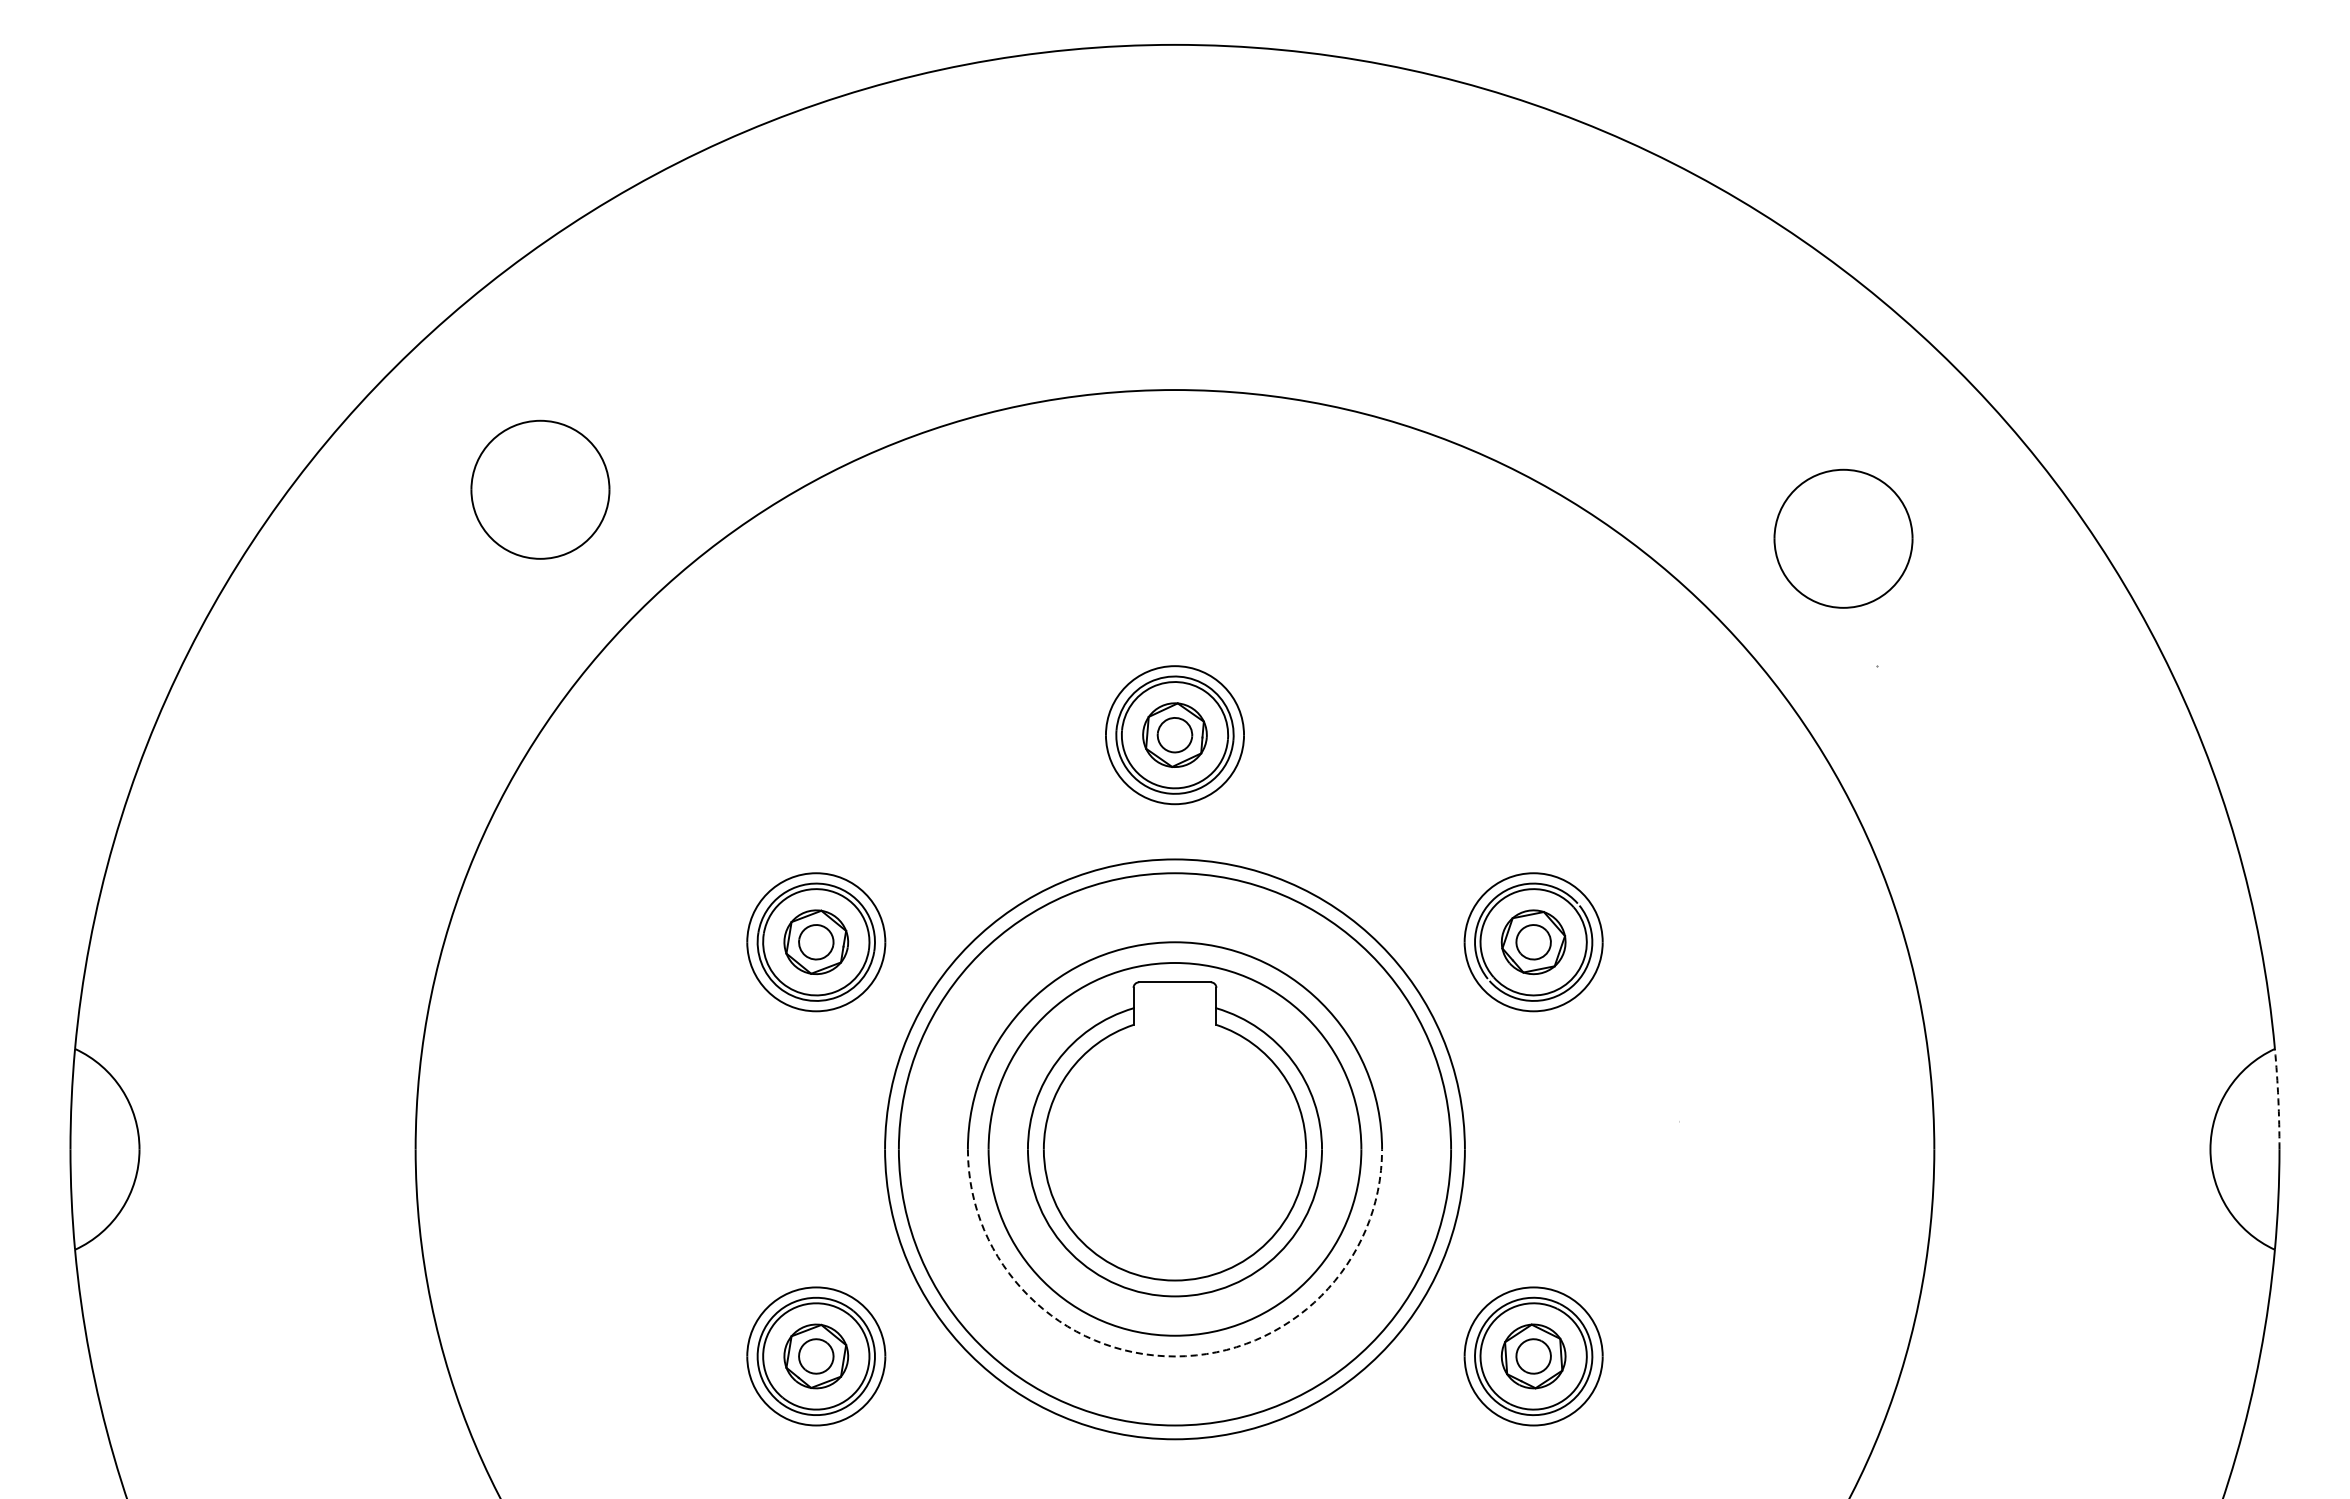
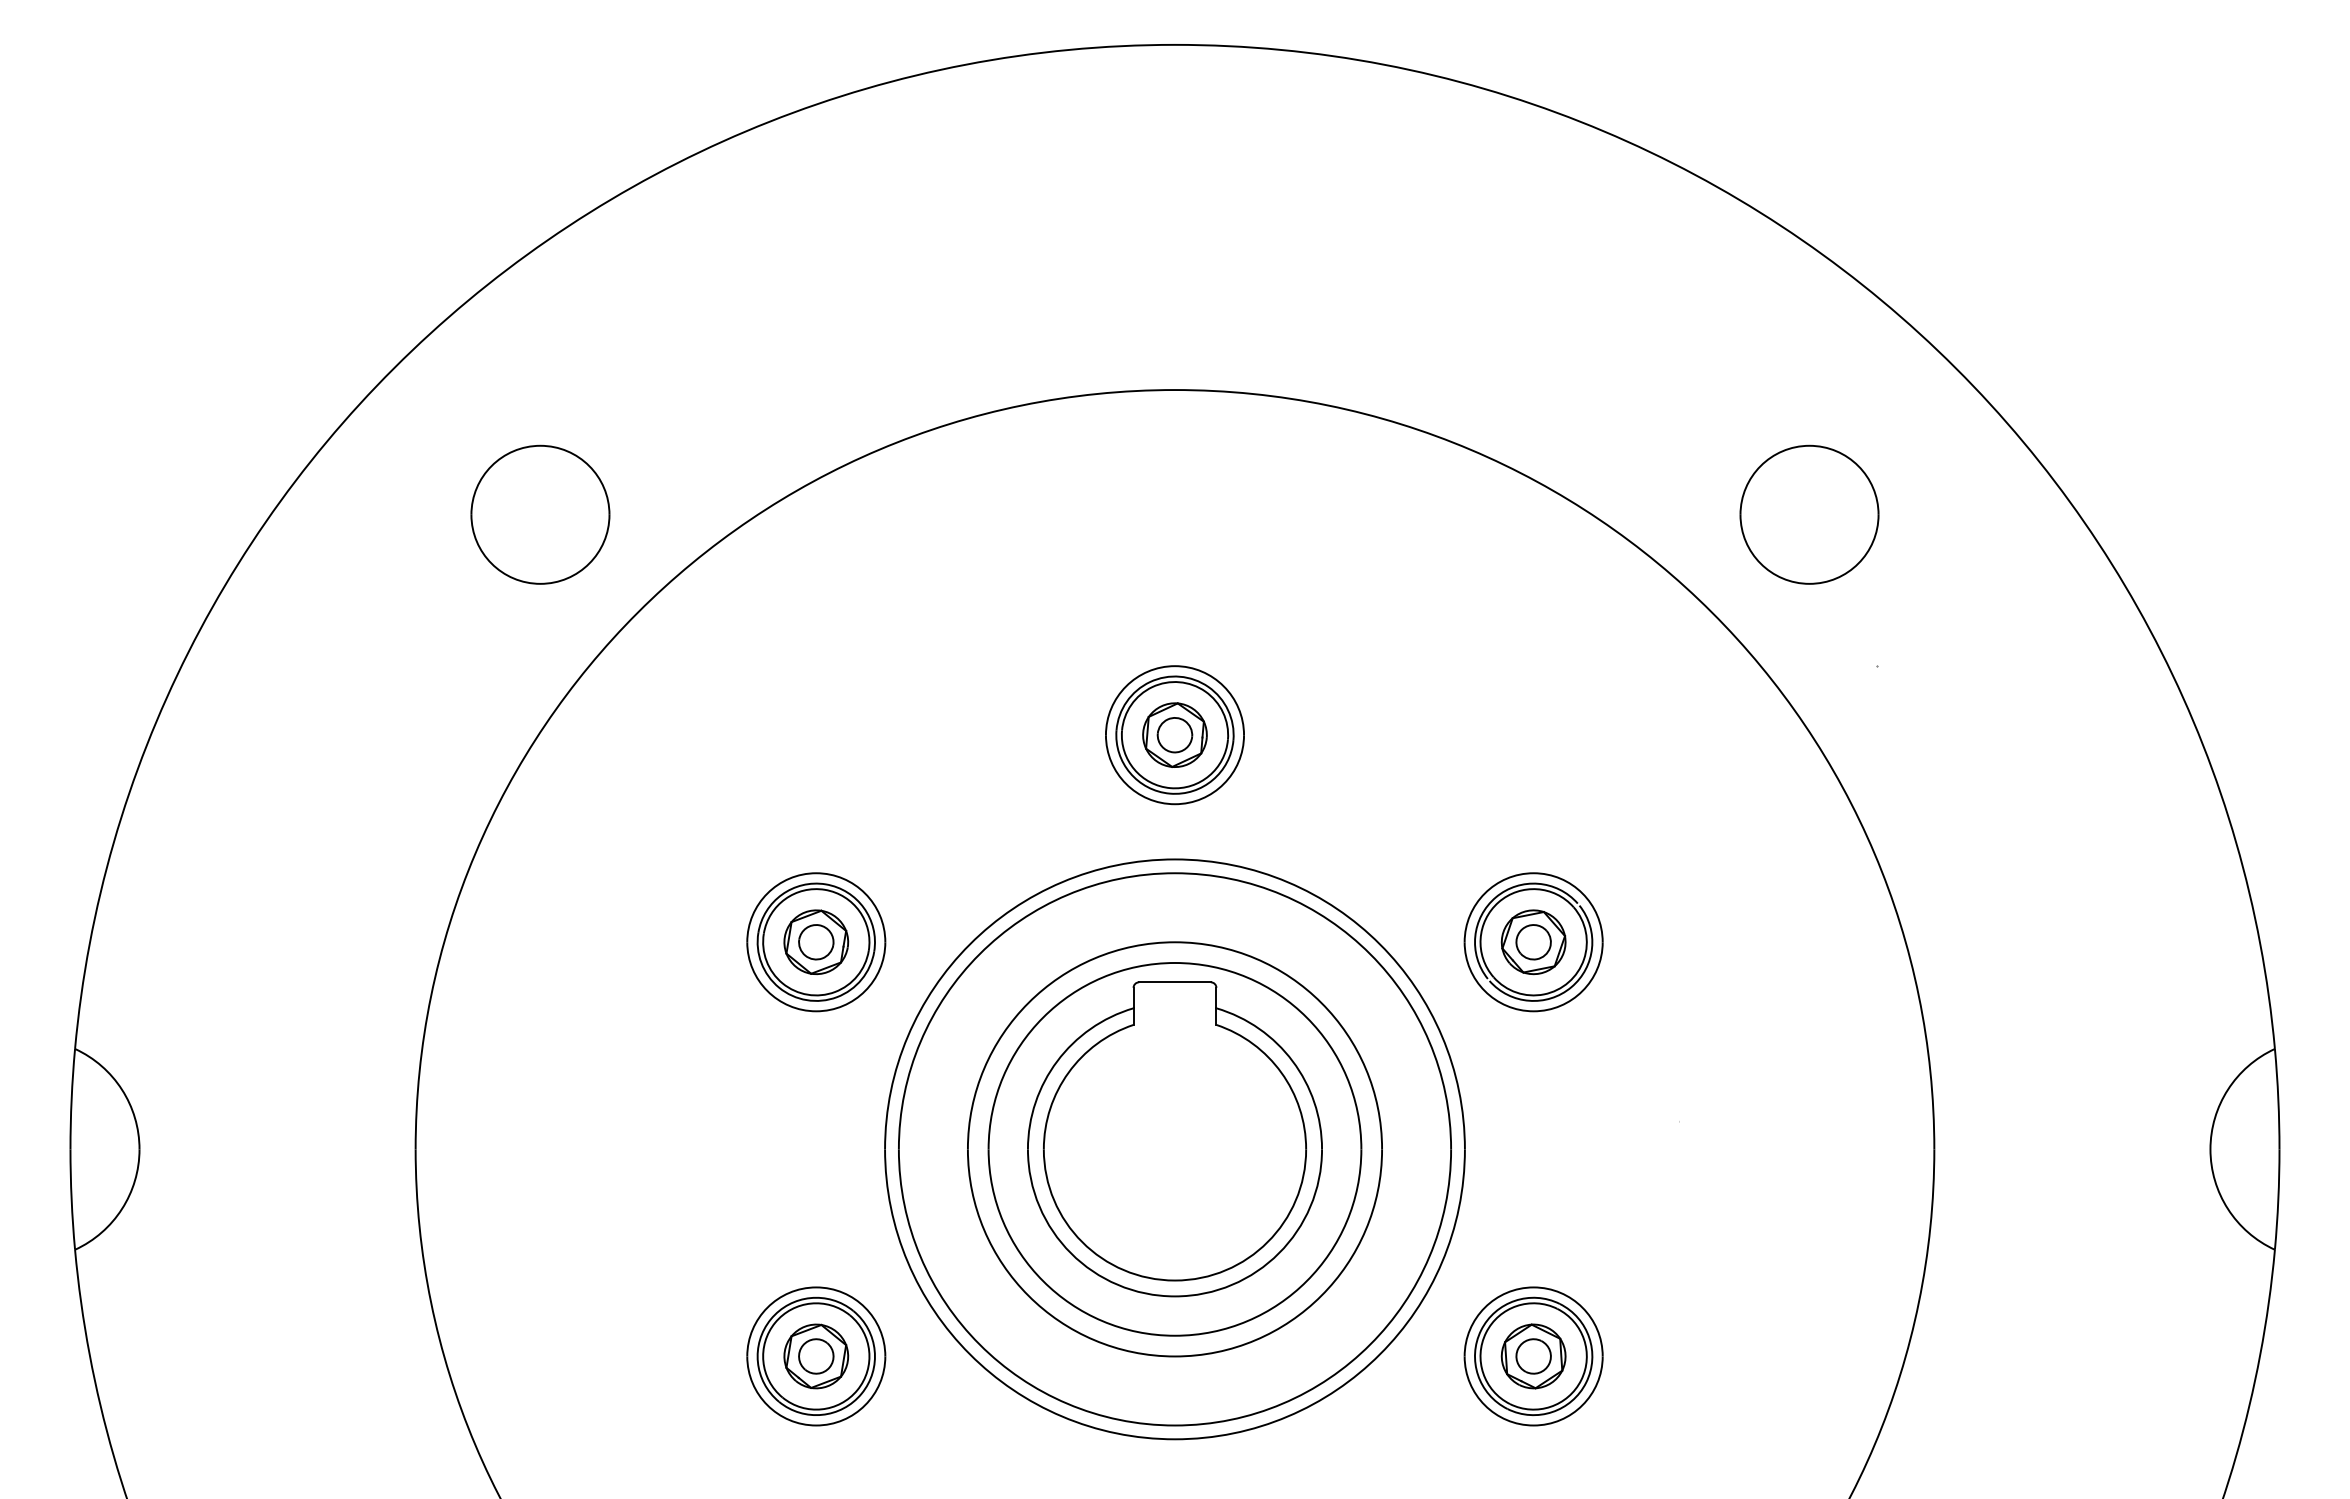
part at (540, 489) position: (540, 489) -> (540, 514)
part at (1843, 538) position: (1843, 538) -> (1809, 514)
arc at (2278, 1099): dashed -> solid
arc at (1174, 1356): dashed -> solid
